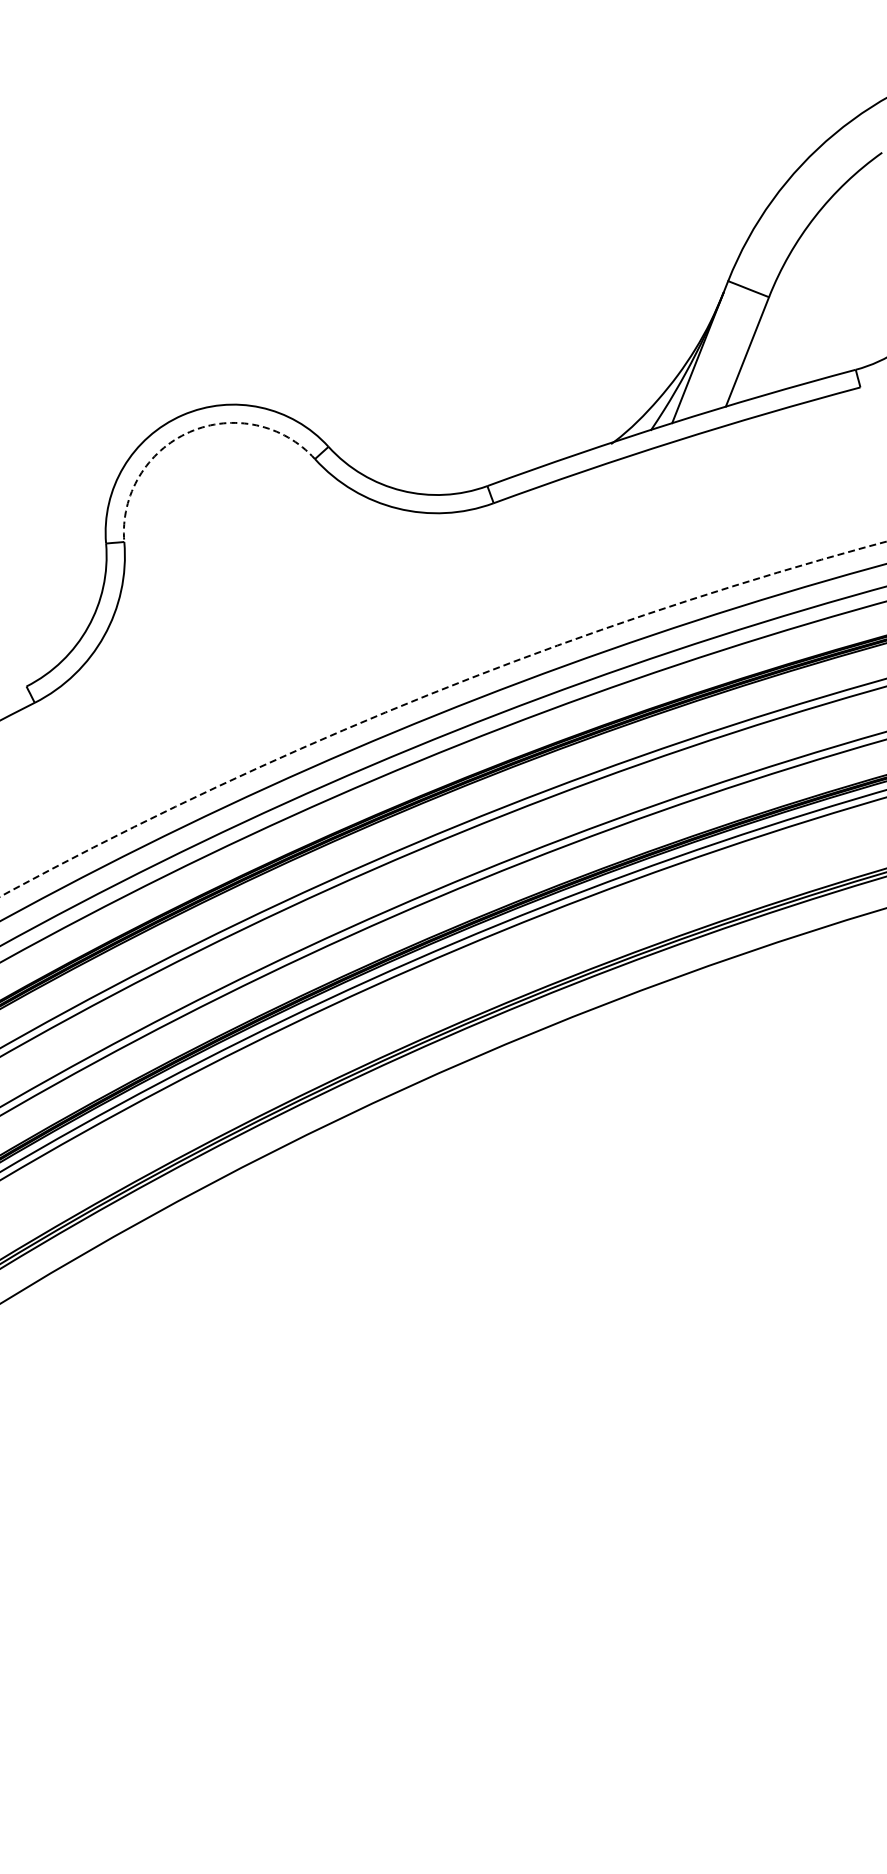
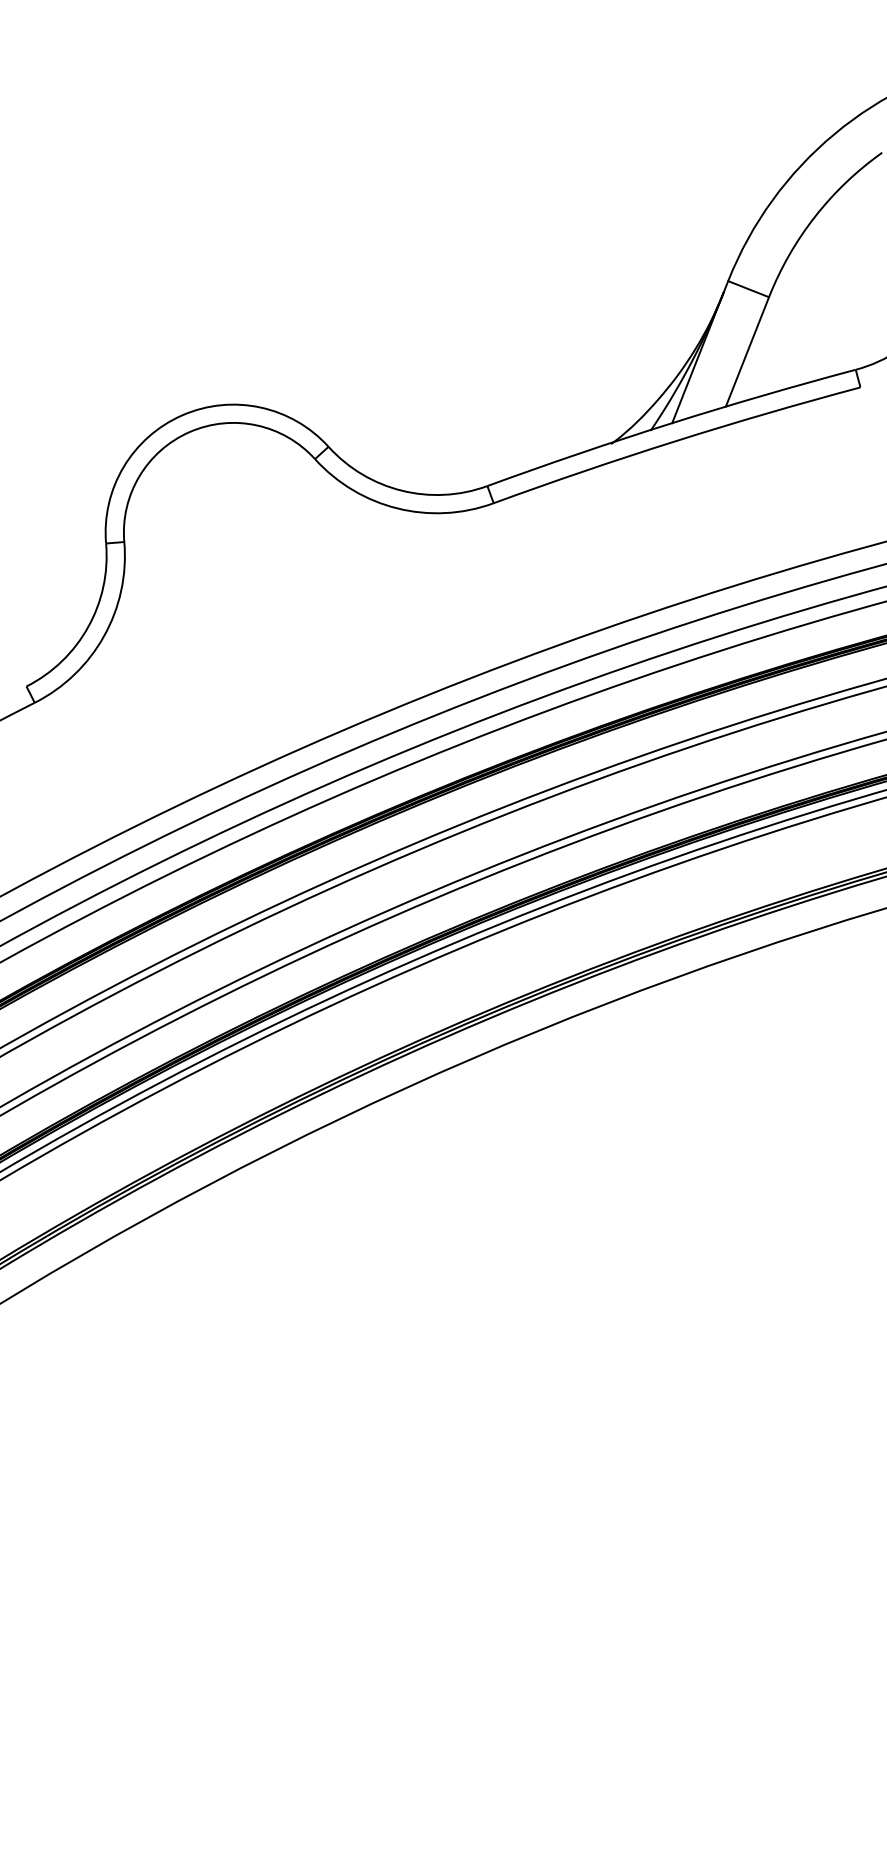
arc at (189, 432): dashed -> solid
arc at (433, 692): dashed -> solid
